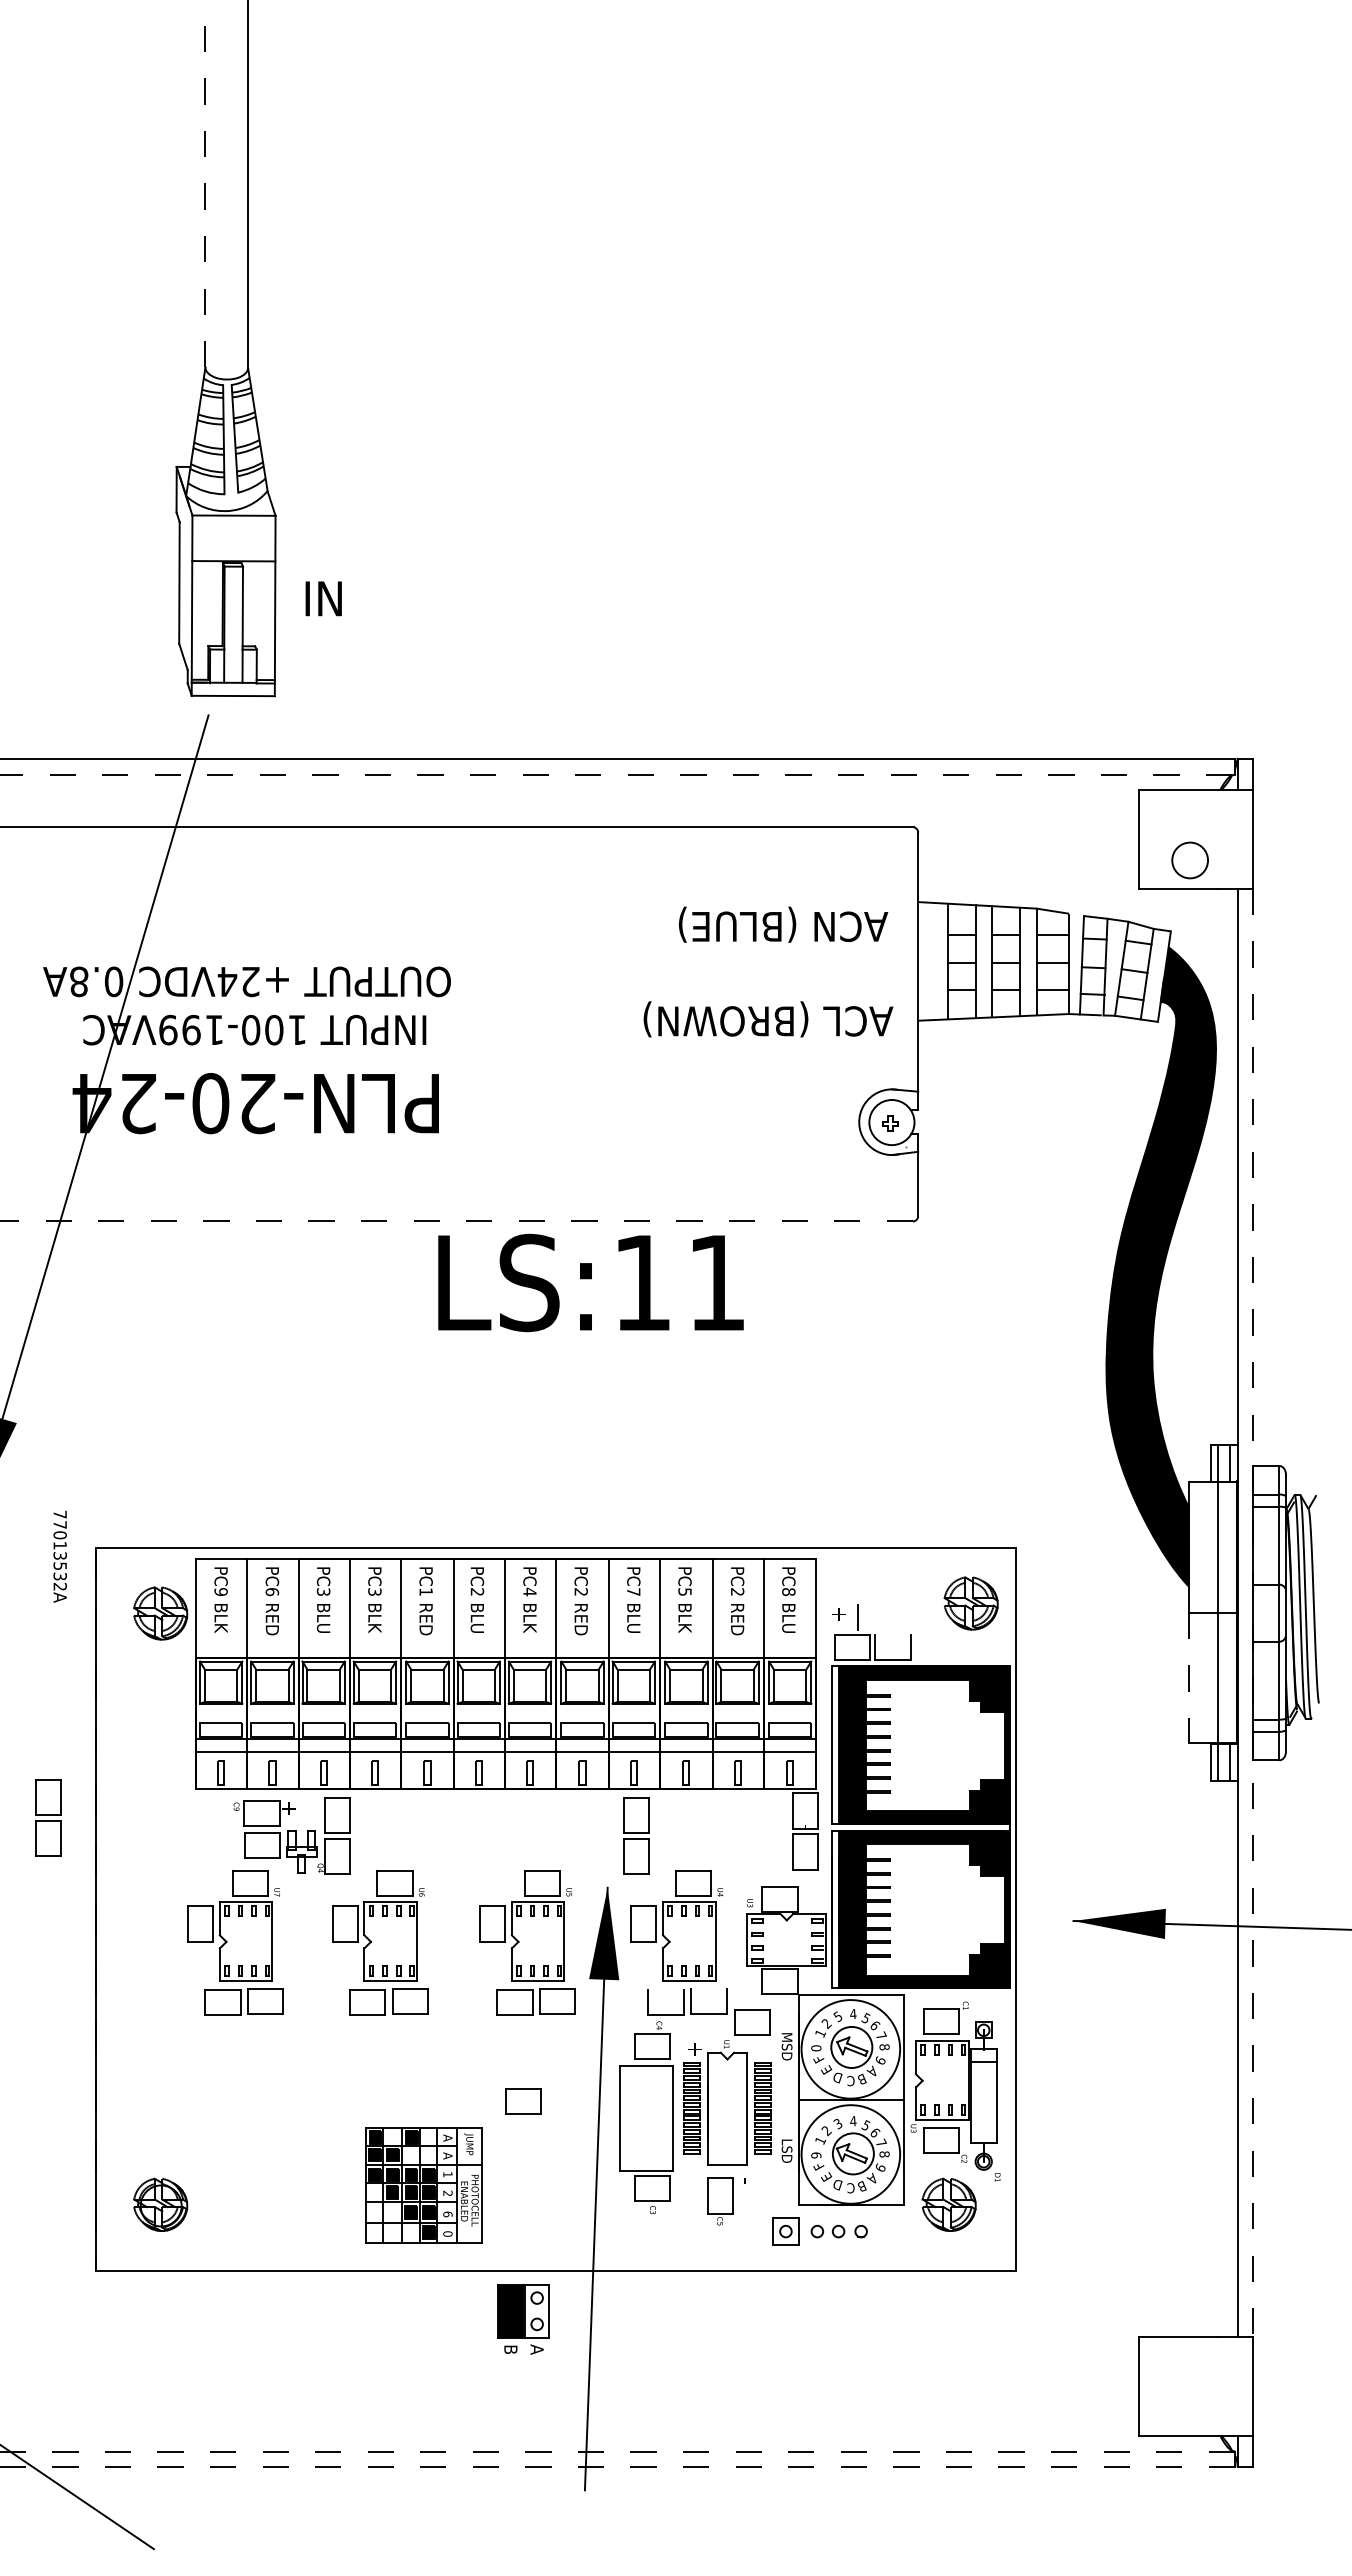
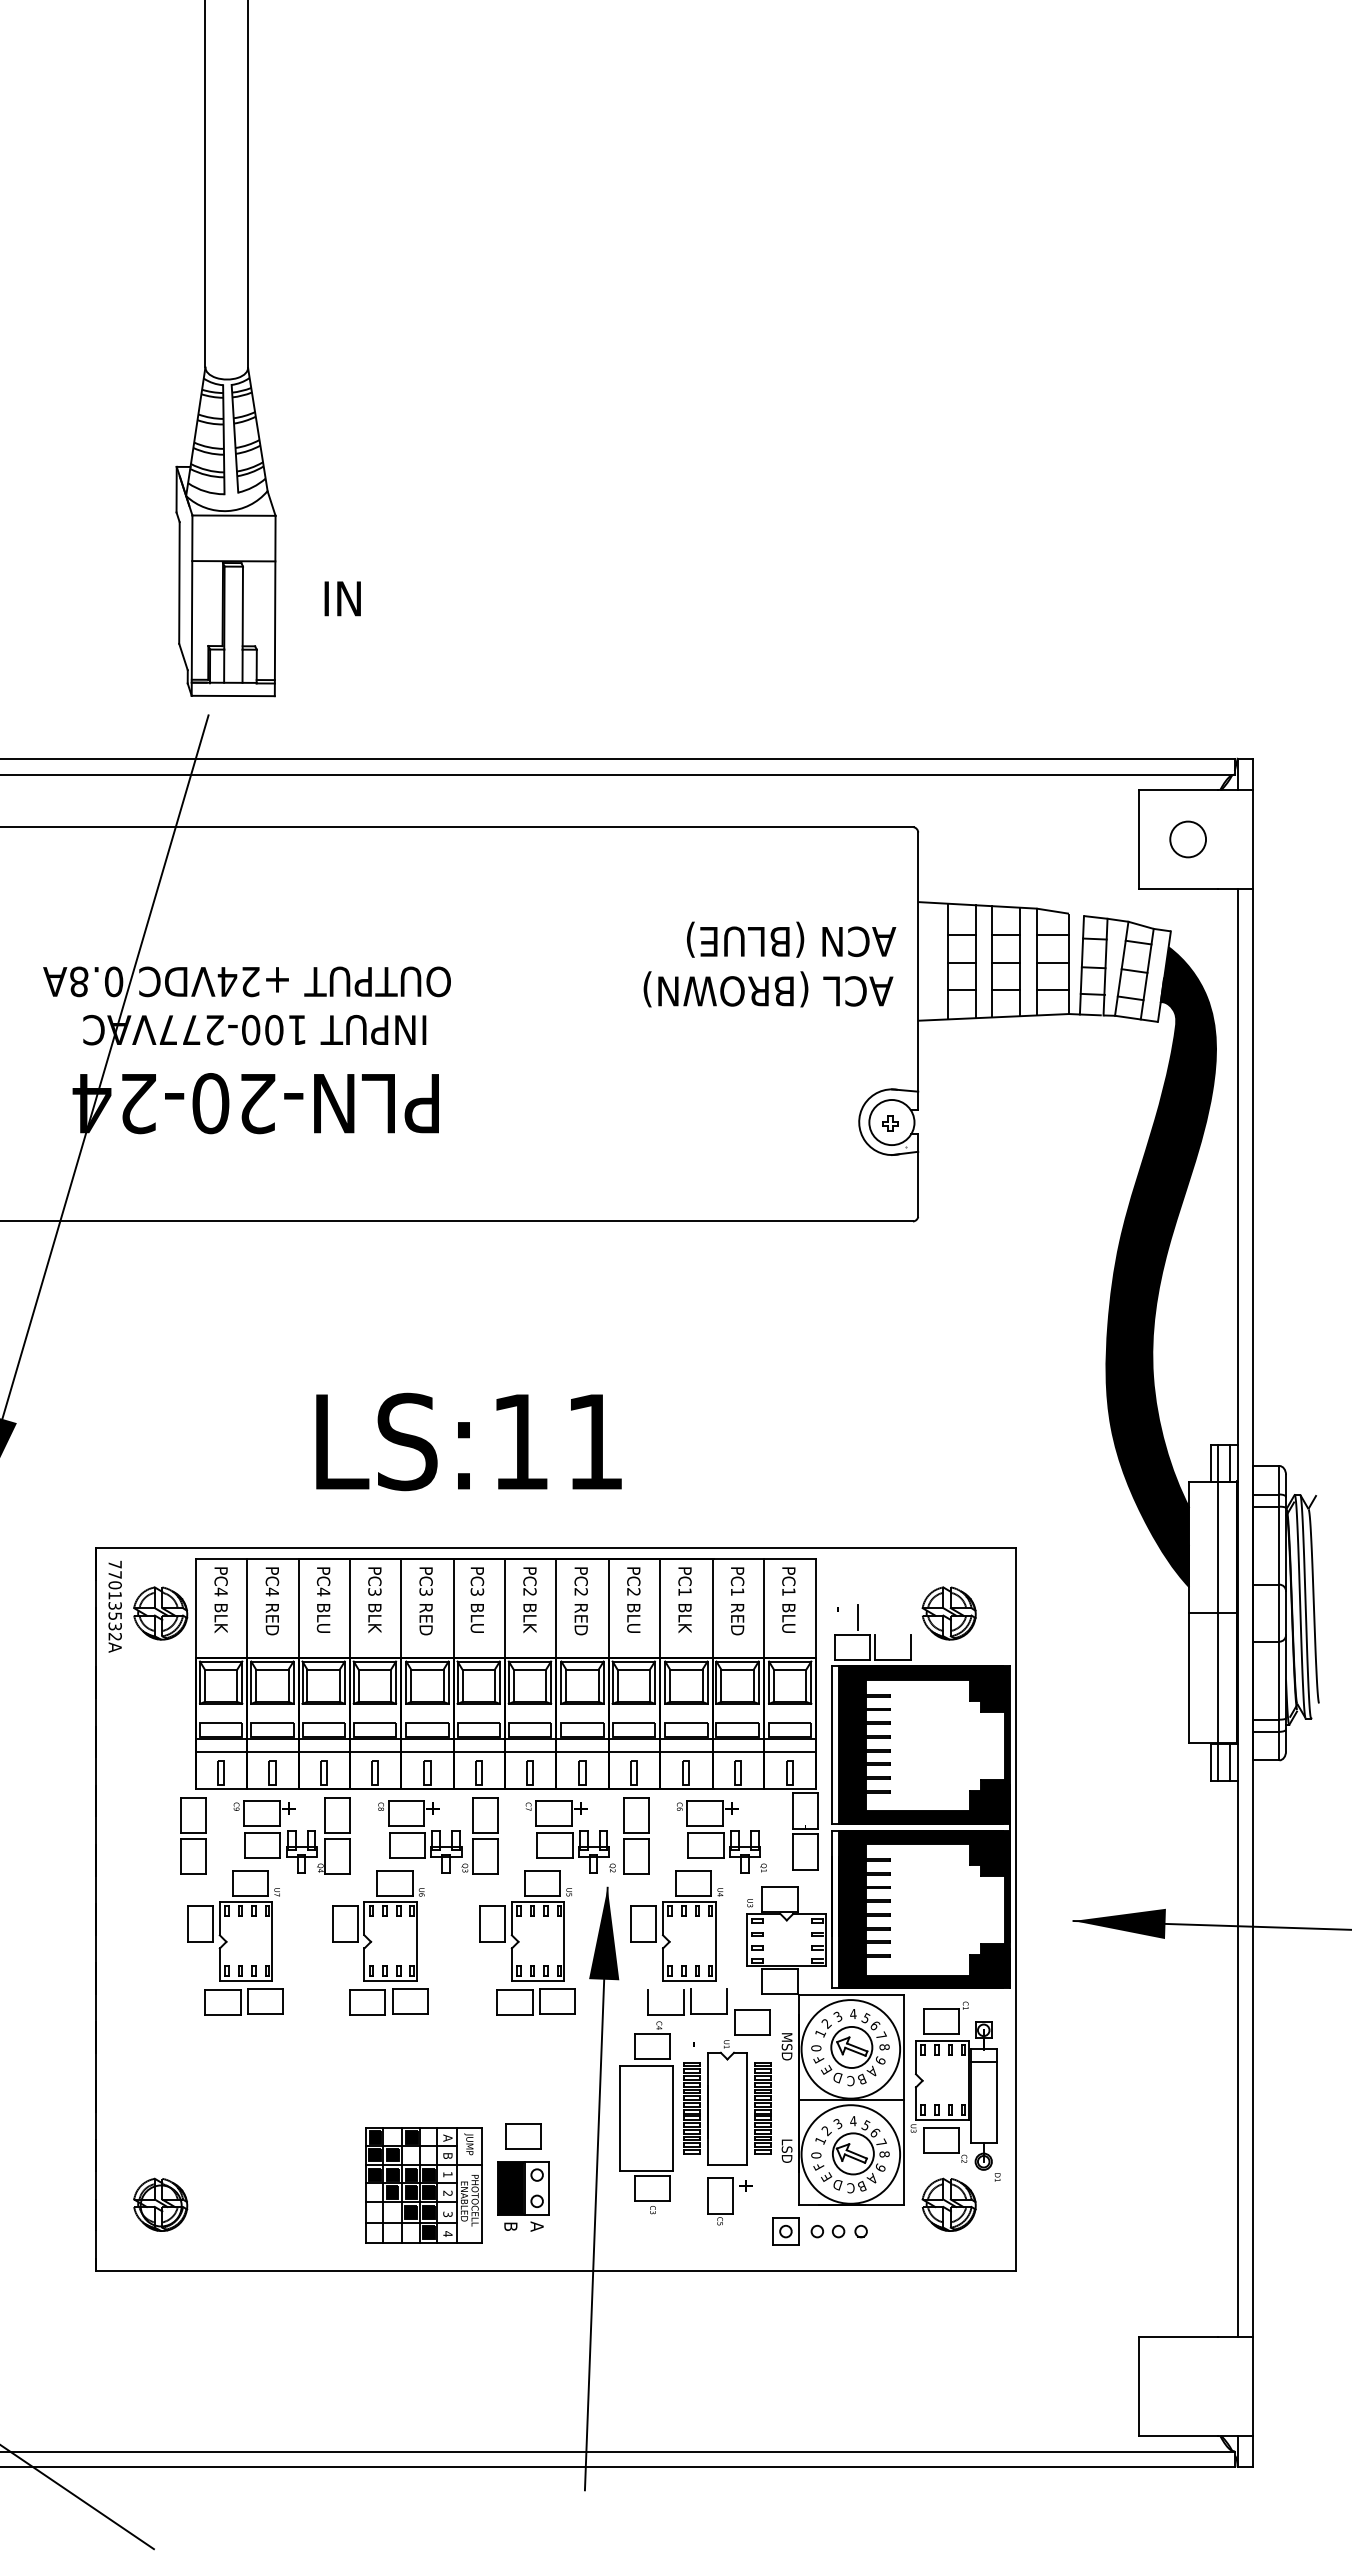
line at (205, 183): dashed -> solid
text at (323, 598) position: (323, 598) -> (342, 598)
line at (618, 774): dashed -> solid
circle at (1189, 860) position: (1189, 860) -> (1187, 839)
text at (783, 924) position: (783, 924) -> (791, 939)
text at (768, 1019) position: (768, 1019) -> (768, 989)
text at (191, 1029): 100-199VAC -> 100-277VAC
line at (456, 1221): dashed -> solid
text at (590, 1282) position: (590, 1282) -> (468, 1441)
text at (59, 1556) position: (59, 1556) -> (114, 1606)
text at (220, 1591): PC9 -> PC4
text at (272, 1591): PC6 -> PC4
text at (323, 1591): PC3 -> PC4
text at (425, 1591): PC1 -> PC3
text at (476, 1591): PC2 -> PC3
text at (529, 1591): PC4 -> PC2
text at (633, 1591): PC7 -> PC2
text at (684, 1591): PC5 -> PC1
text at (737, 1591): PC2 -> PC1
text at (788, 1591): PC8 -> PC1
part at (970, 1603) position: (970, 1603) -> (948, 1613)
text at (838, 1613): + -> -
line at (1253, 1613): dashed -> solid
line at (1189, 1678): dashed -> solid
part at (48, 1817) position: (48, 1817) -> (193, 1835)
part at (438, 1835): none -> present
part at (570, 1836): none -> present
part at (721, 1836): none -> present
text at (837, 2015): 5 -> 3
text at (694, 2048): + -> -
part at (523, 2101) position: (523, 2101) -> (523, 2136)
text at (447, 2155): A -> B
text at (816, 2155): 6 -> 0
text at (745, 2184): - -> +
text at (447, 2214): 6 -> 3
text at (447, 2233): 0 -> 4
part at (523, 2319) position: (523, 2319) -> (523, 2196)
line at (617, 2451): dashed -> solid
line at (617, 2467): dashed -> solid
